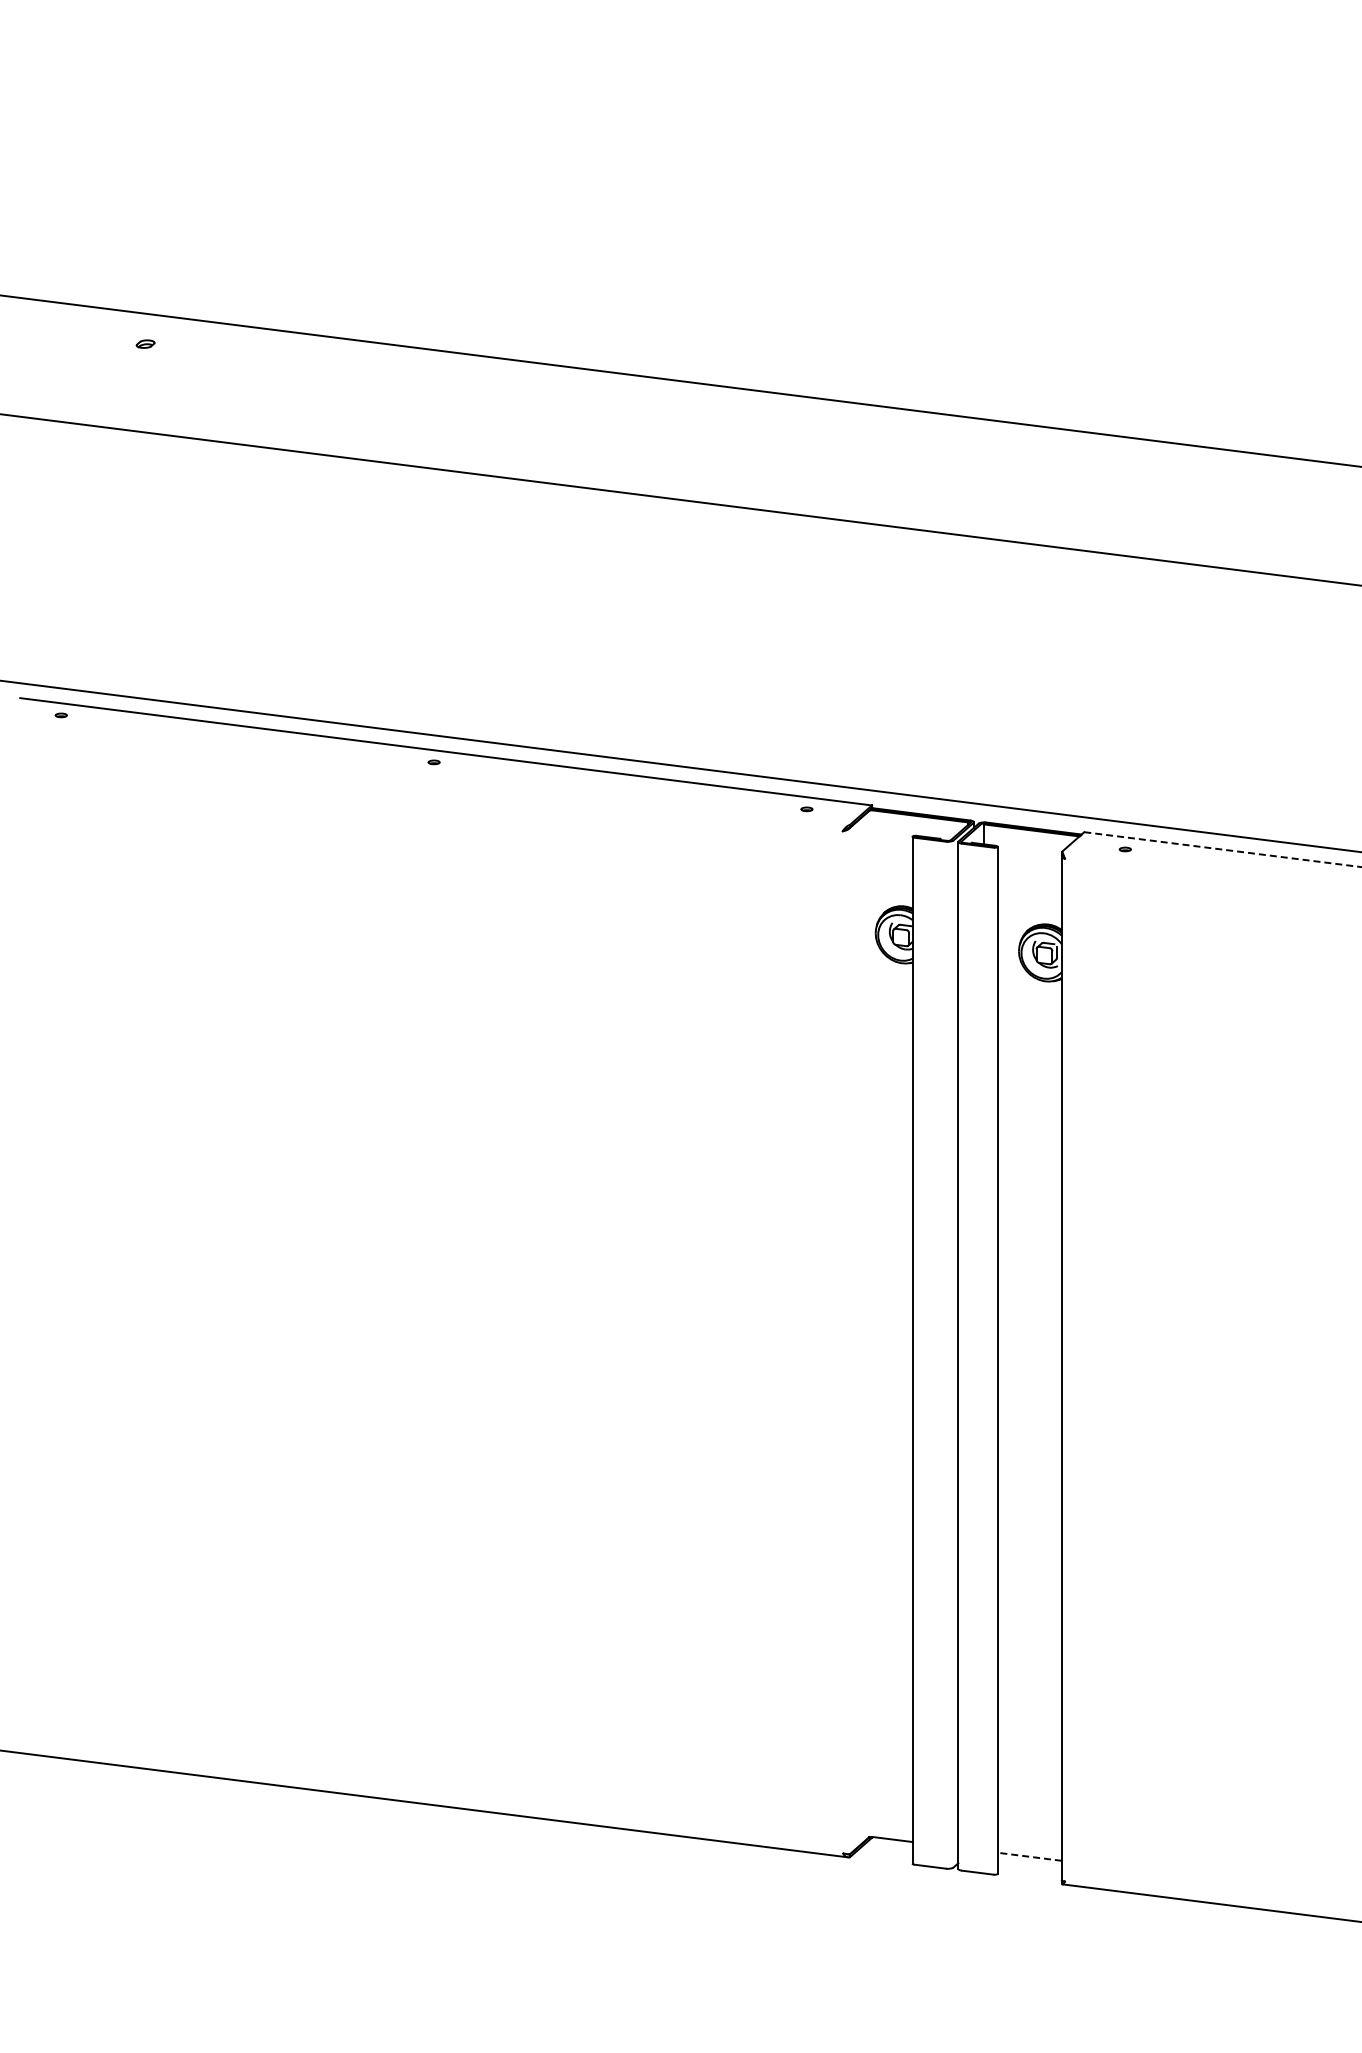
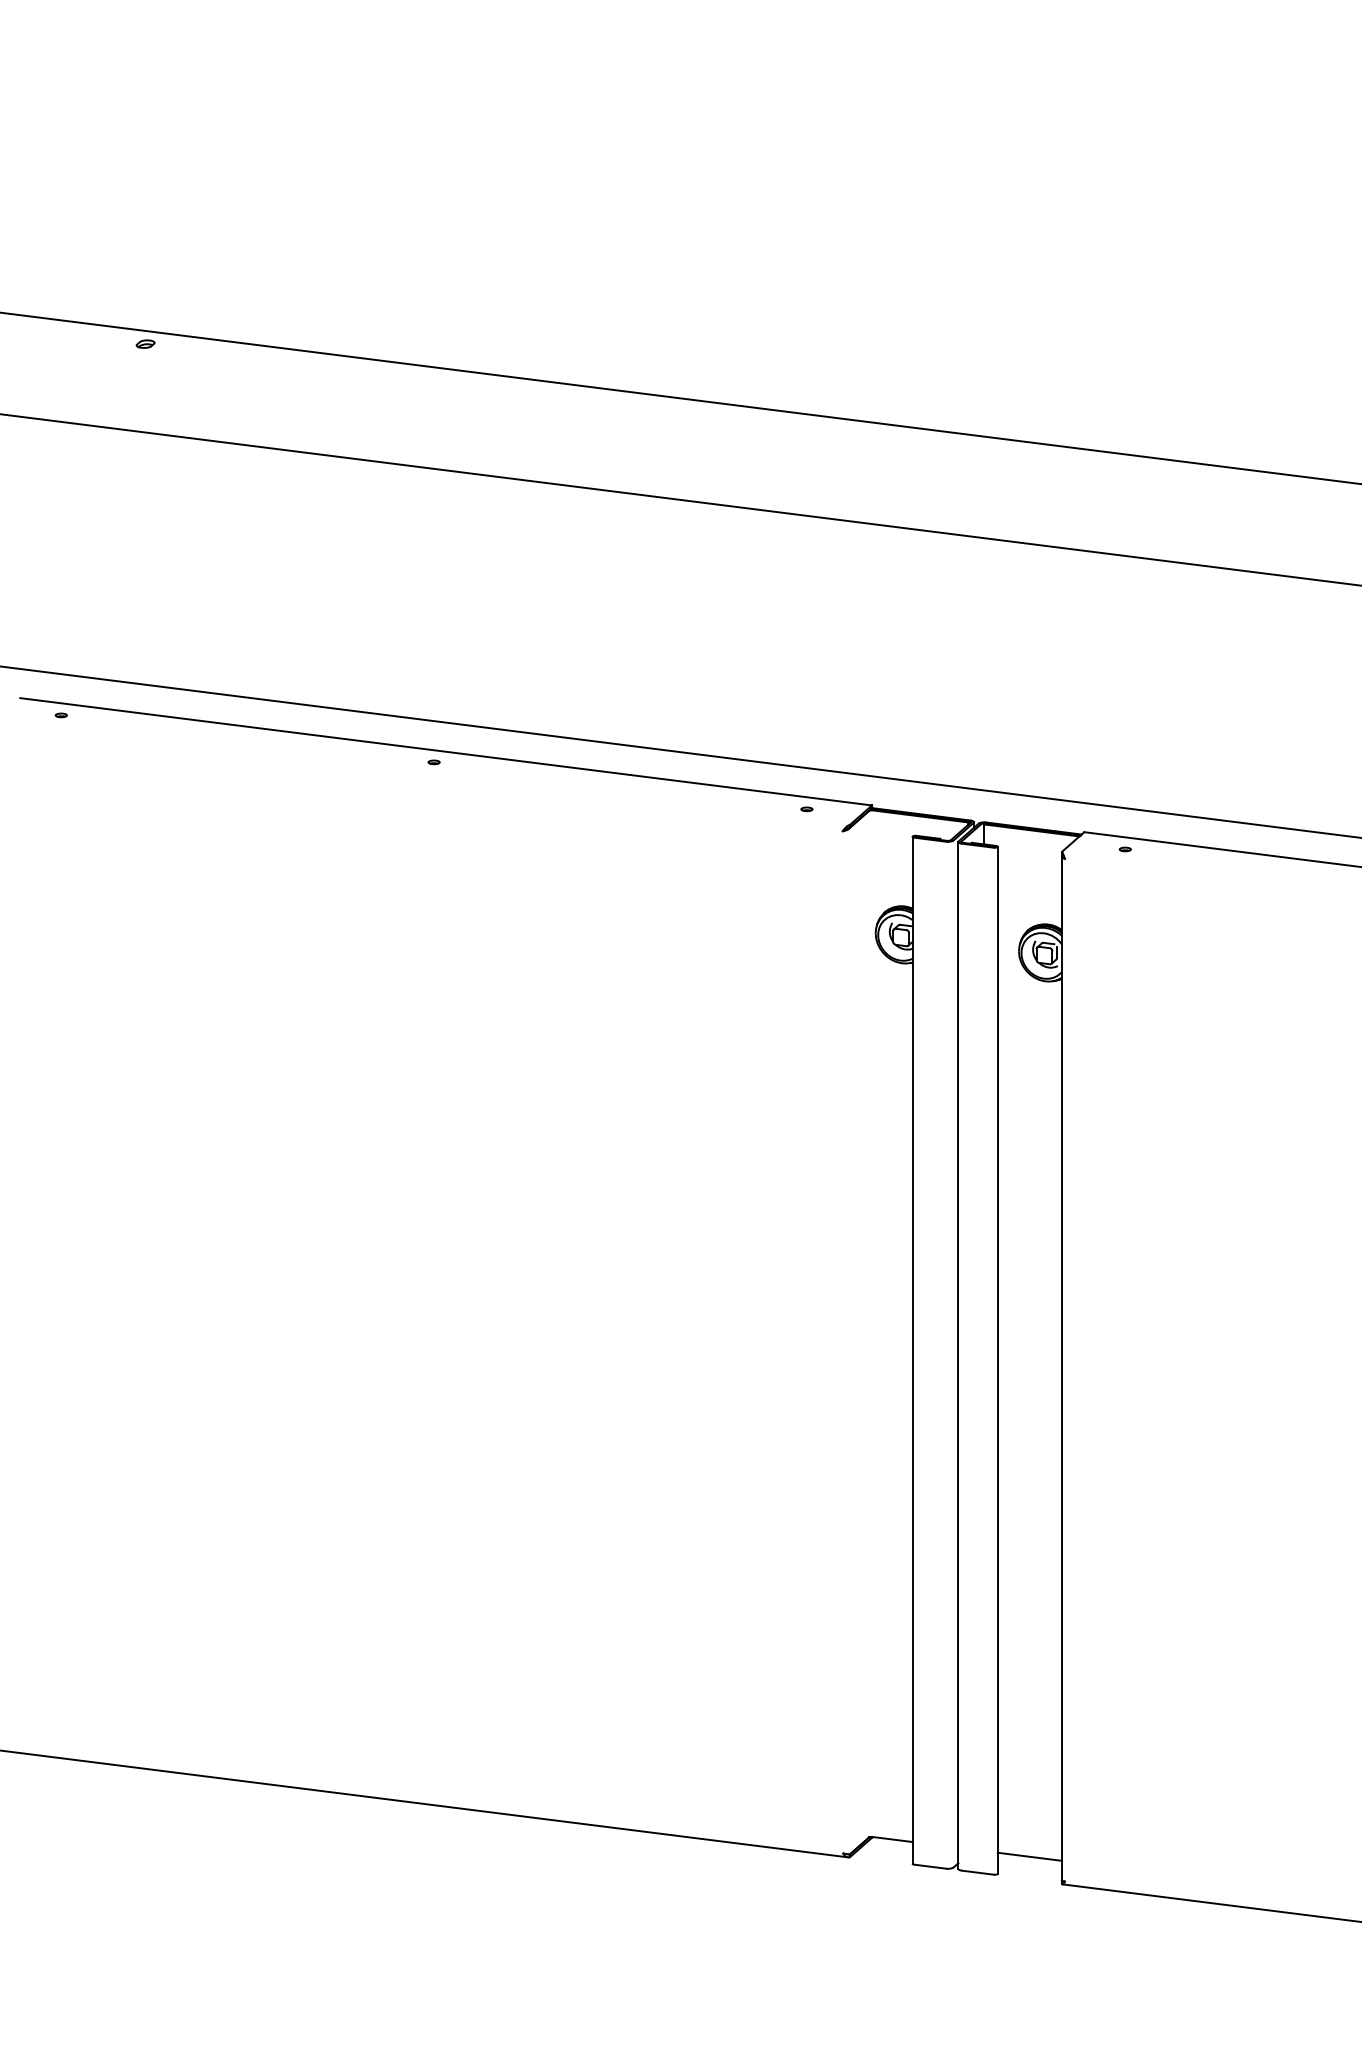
line at (680, 380) position: (680, 380) -> (680, 398)
line at (680, 766) position: (680, 766) -> (680, 751)
line at (1223, 849): dashed -> solid
line at (1029, 1856): dashed -> solid
